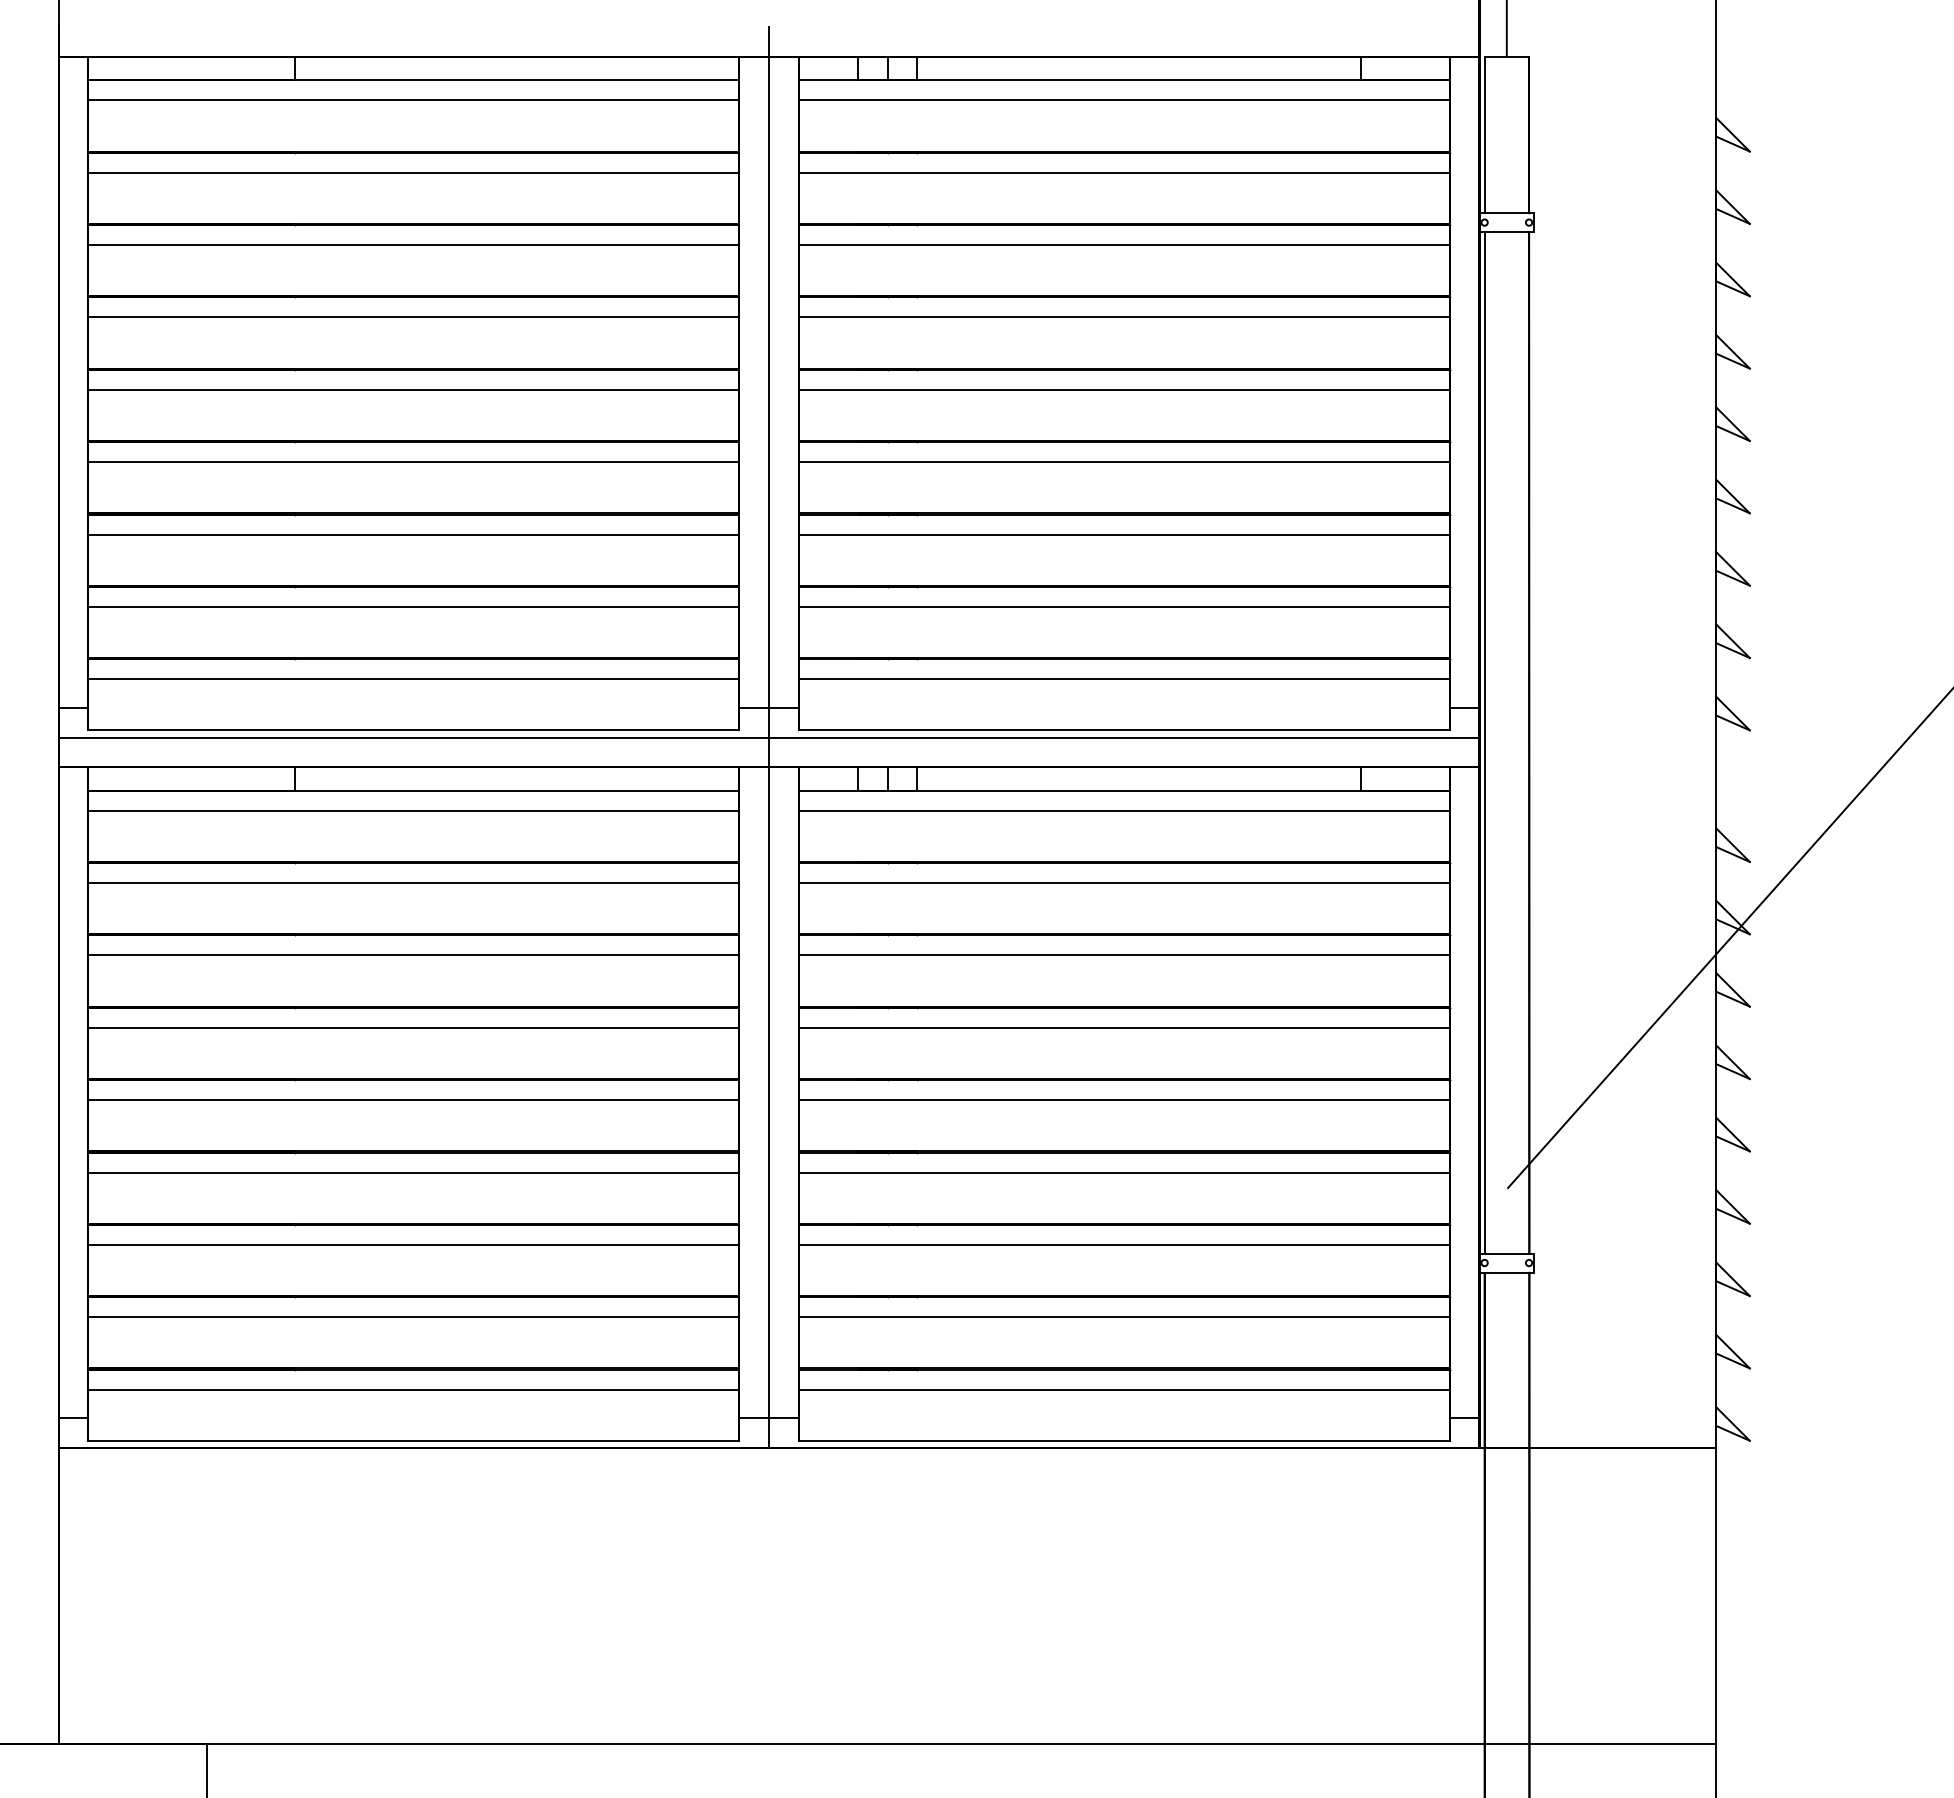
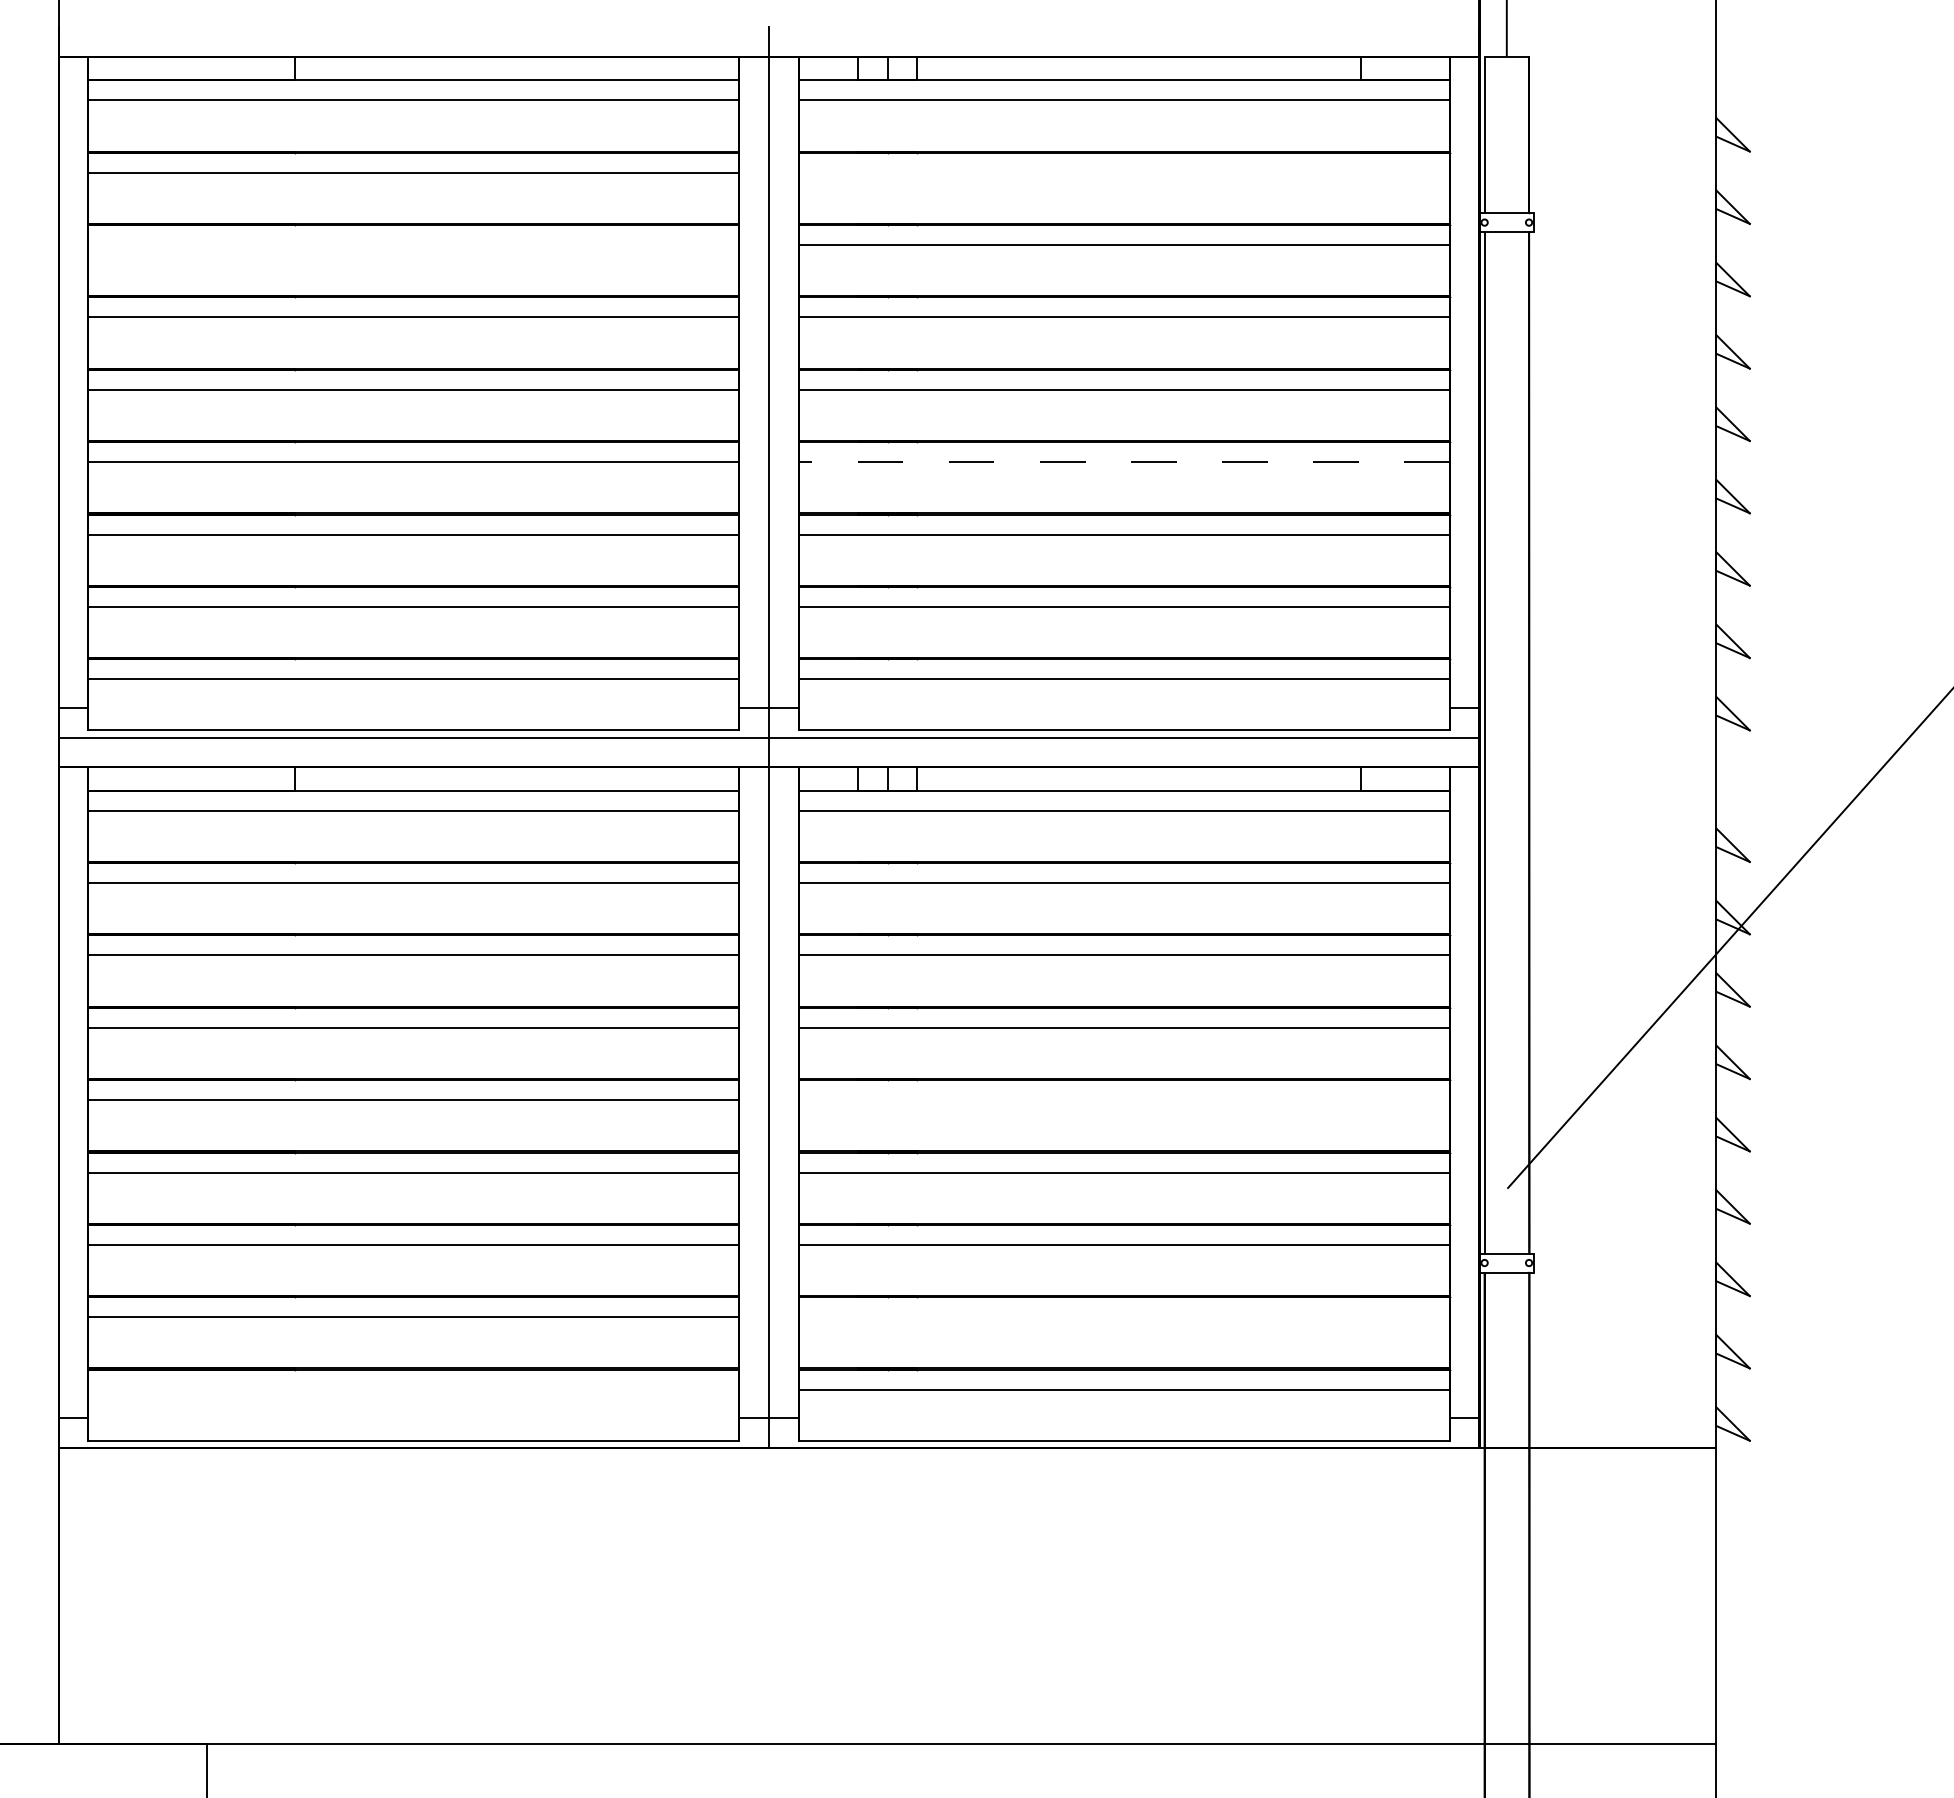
line at (1123, 172): present -> none
line at (413, 245): present -> none
line at (1124, 462): solid -> dashed
line at (1123, 1100): present -> none
line at (1123, 1317): present -> none
line at (413, 1389): present -> none
